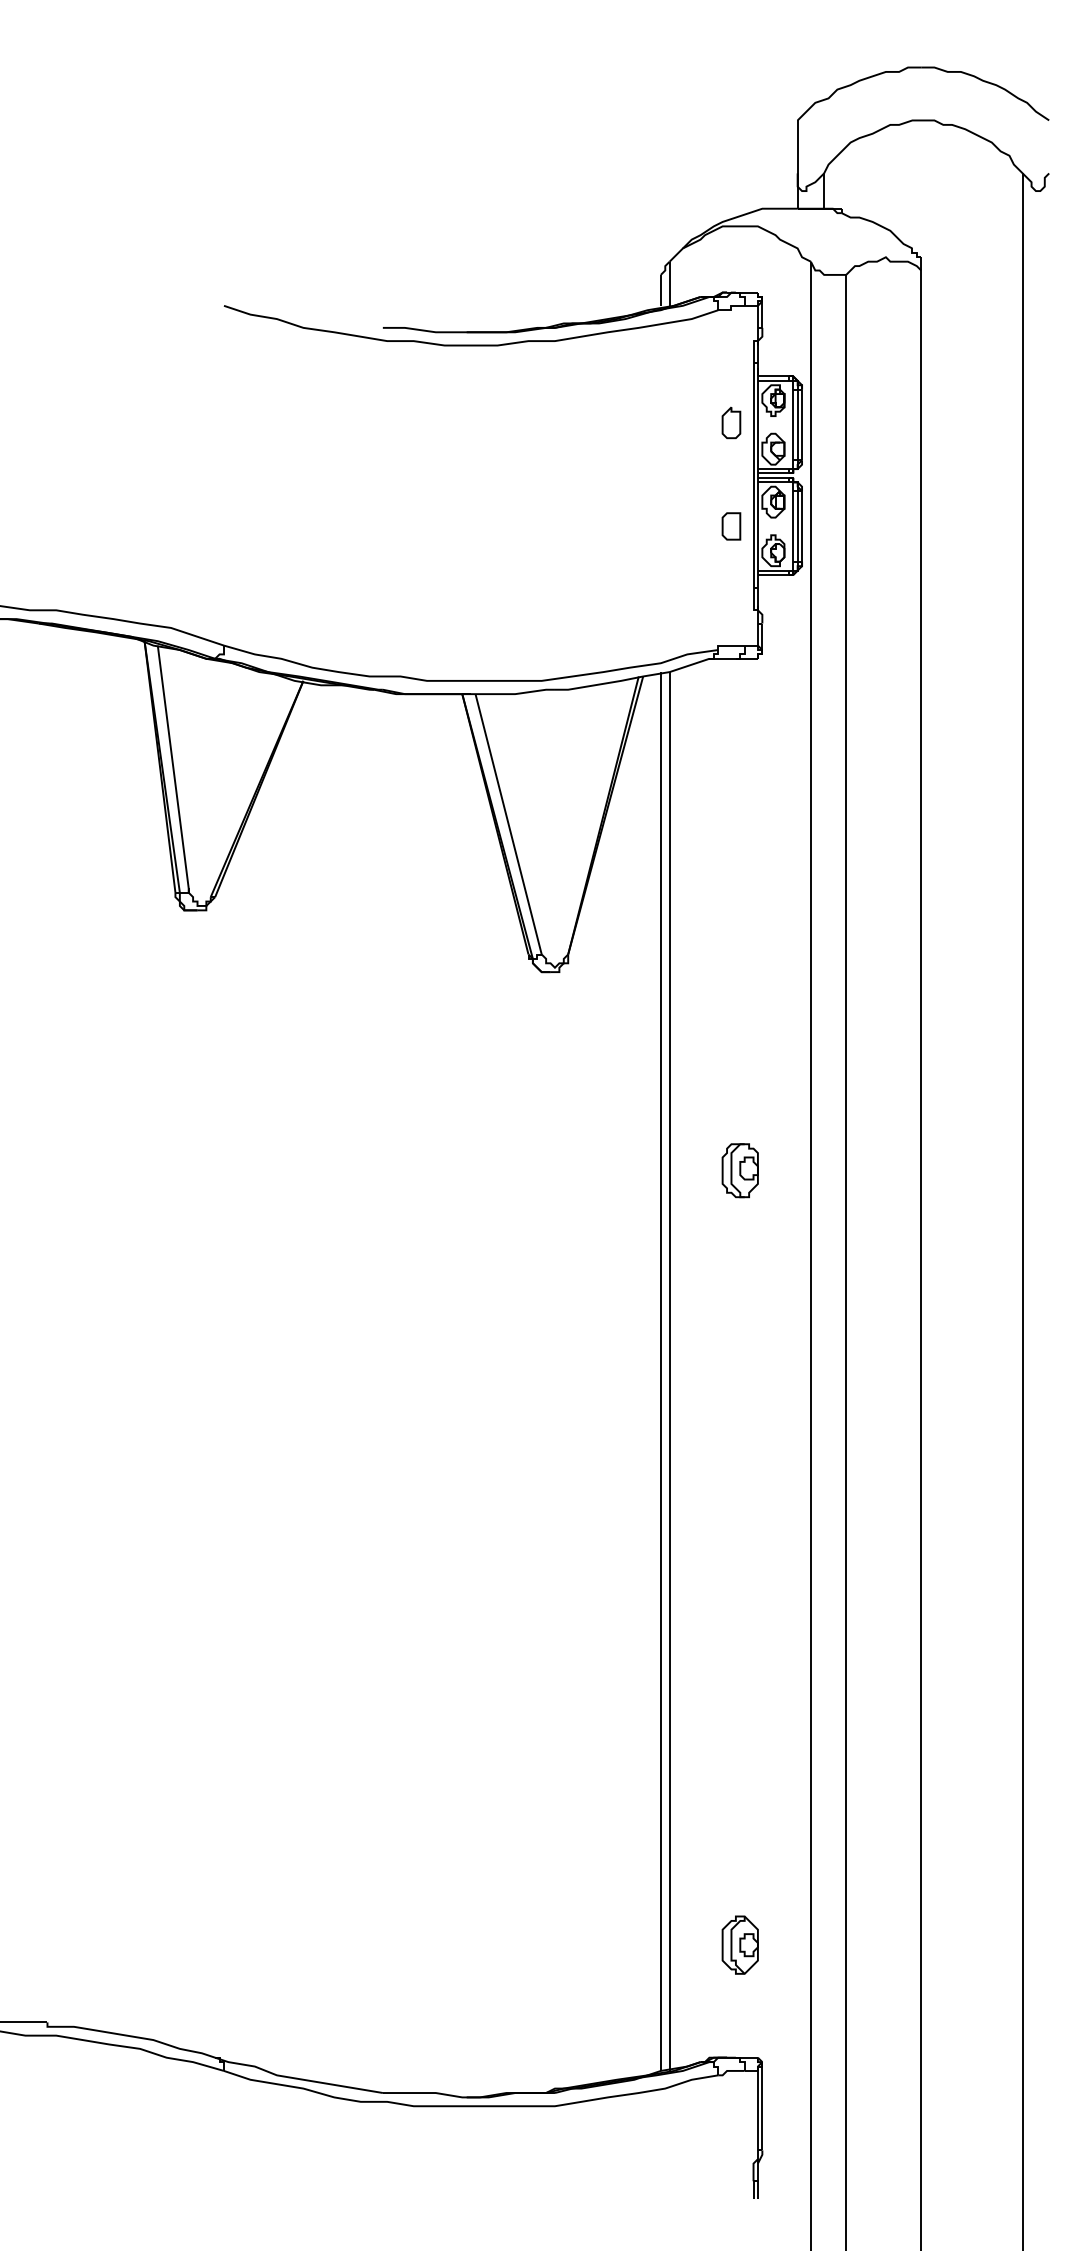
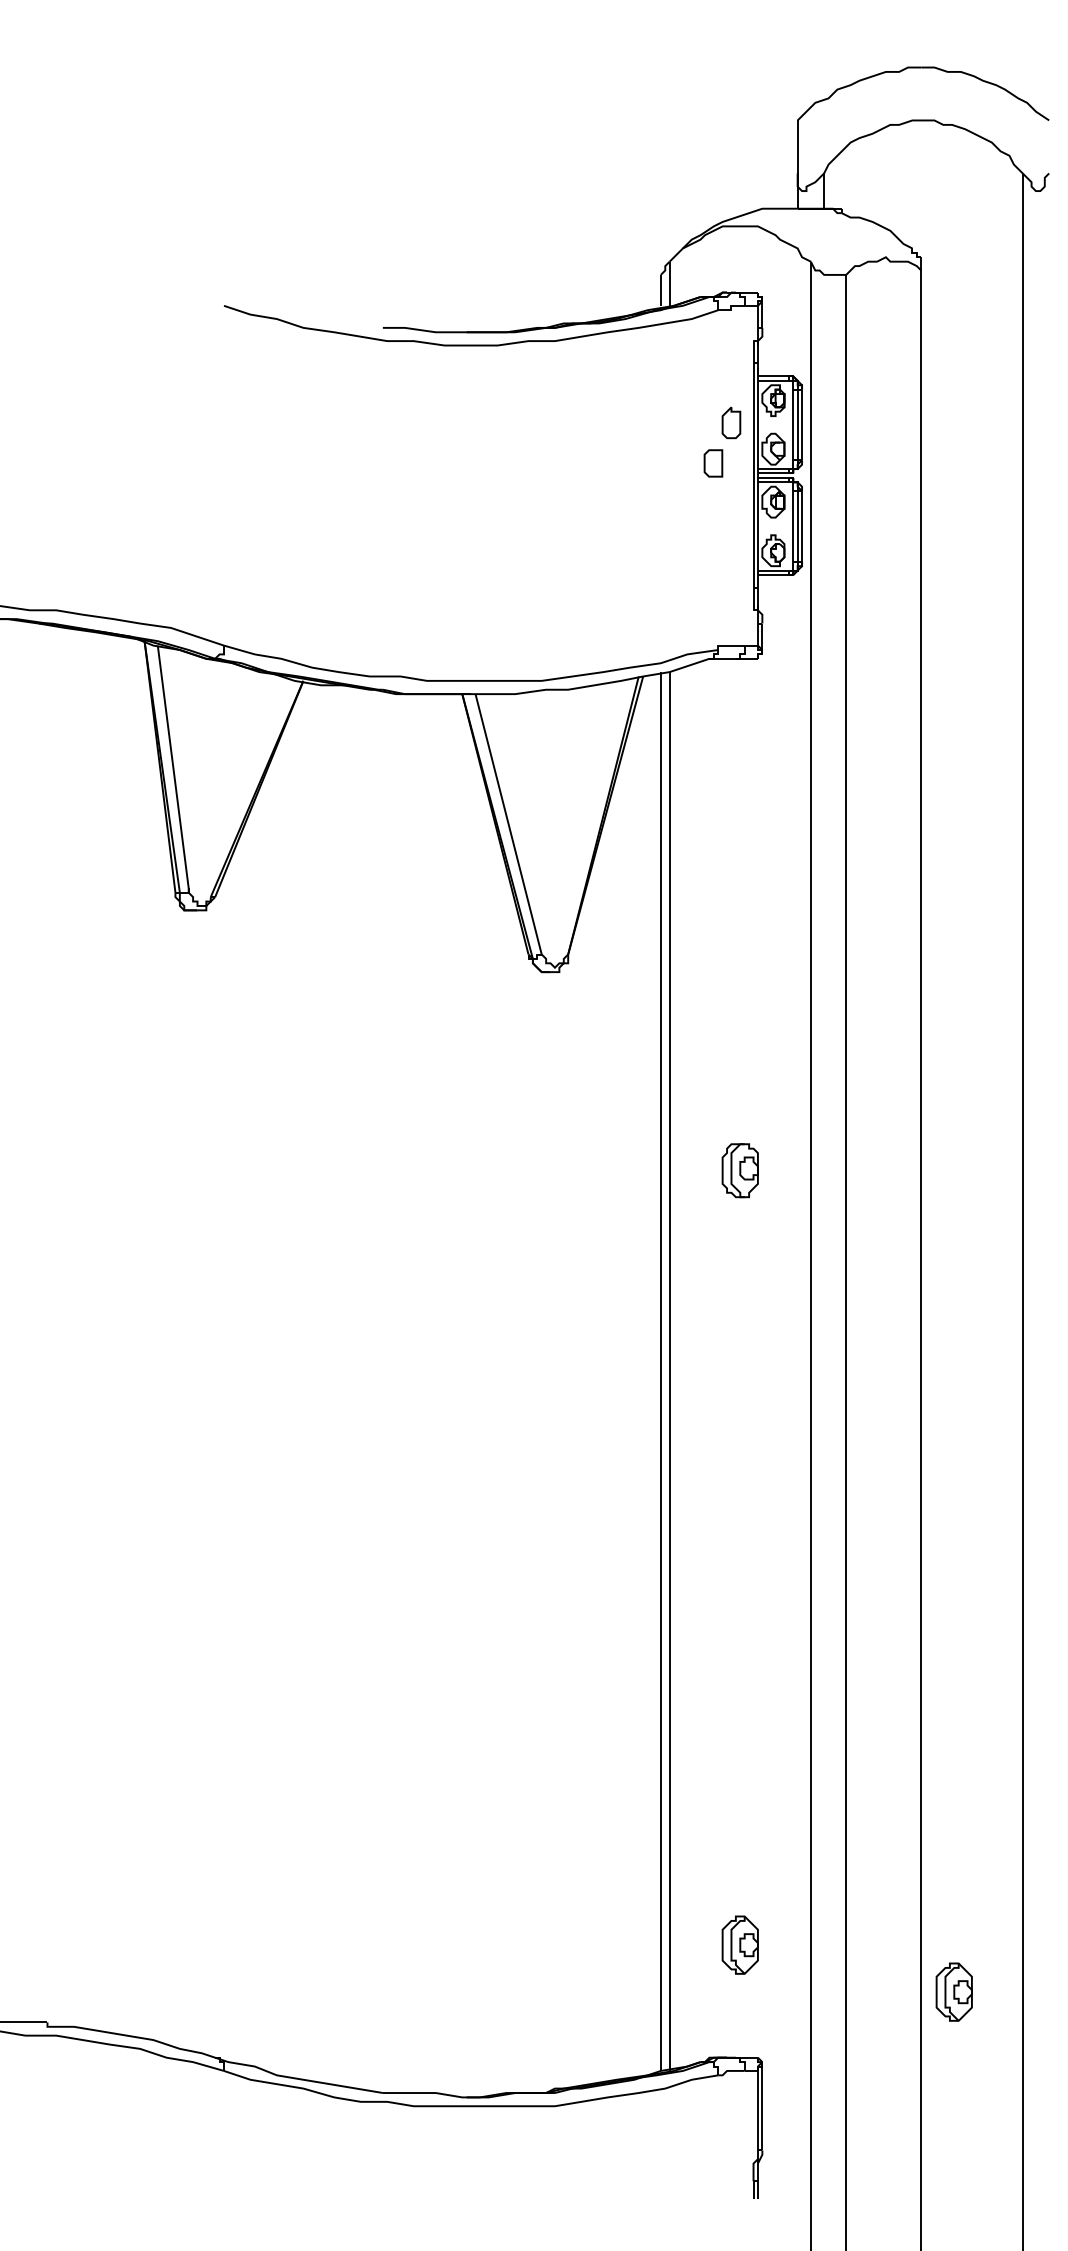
part at (731, 526) position: (731, 526) -> (713, 463)
part at (953, 1991): none -> present
